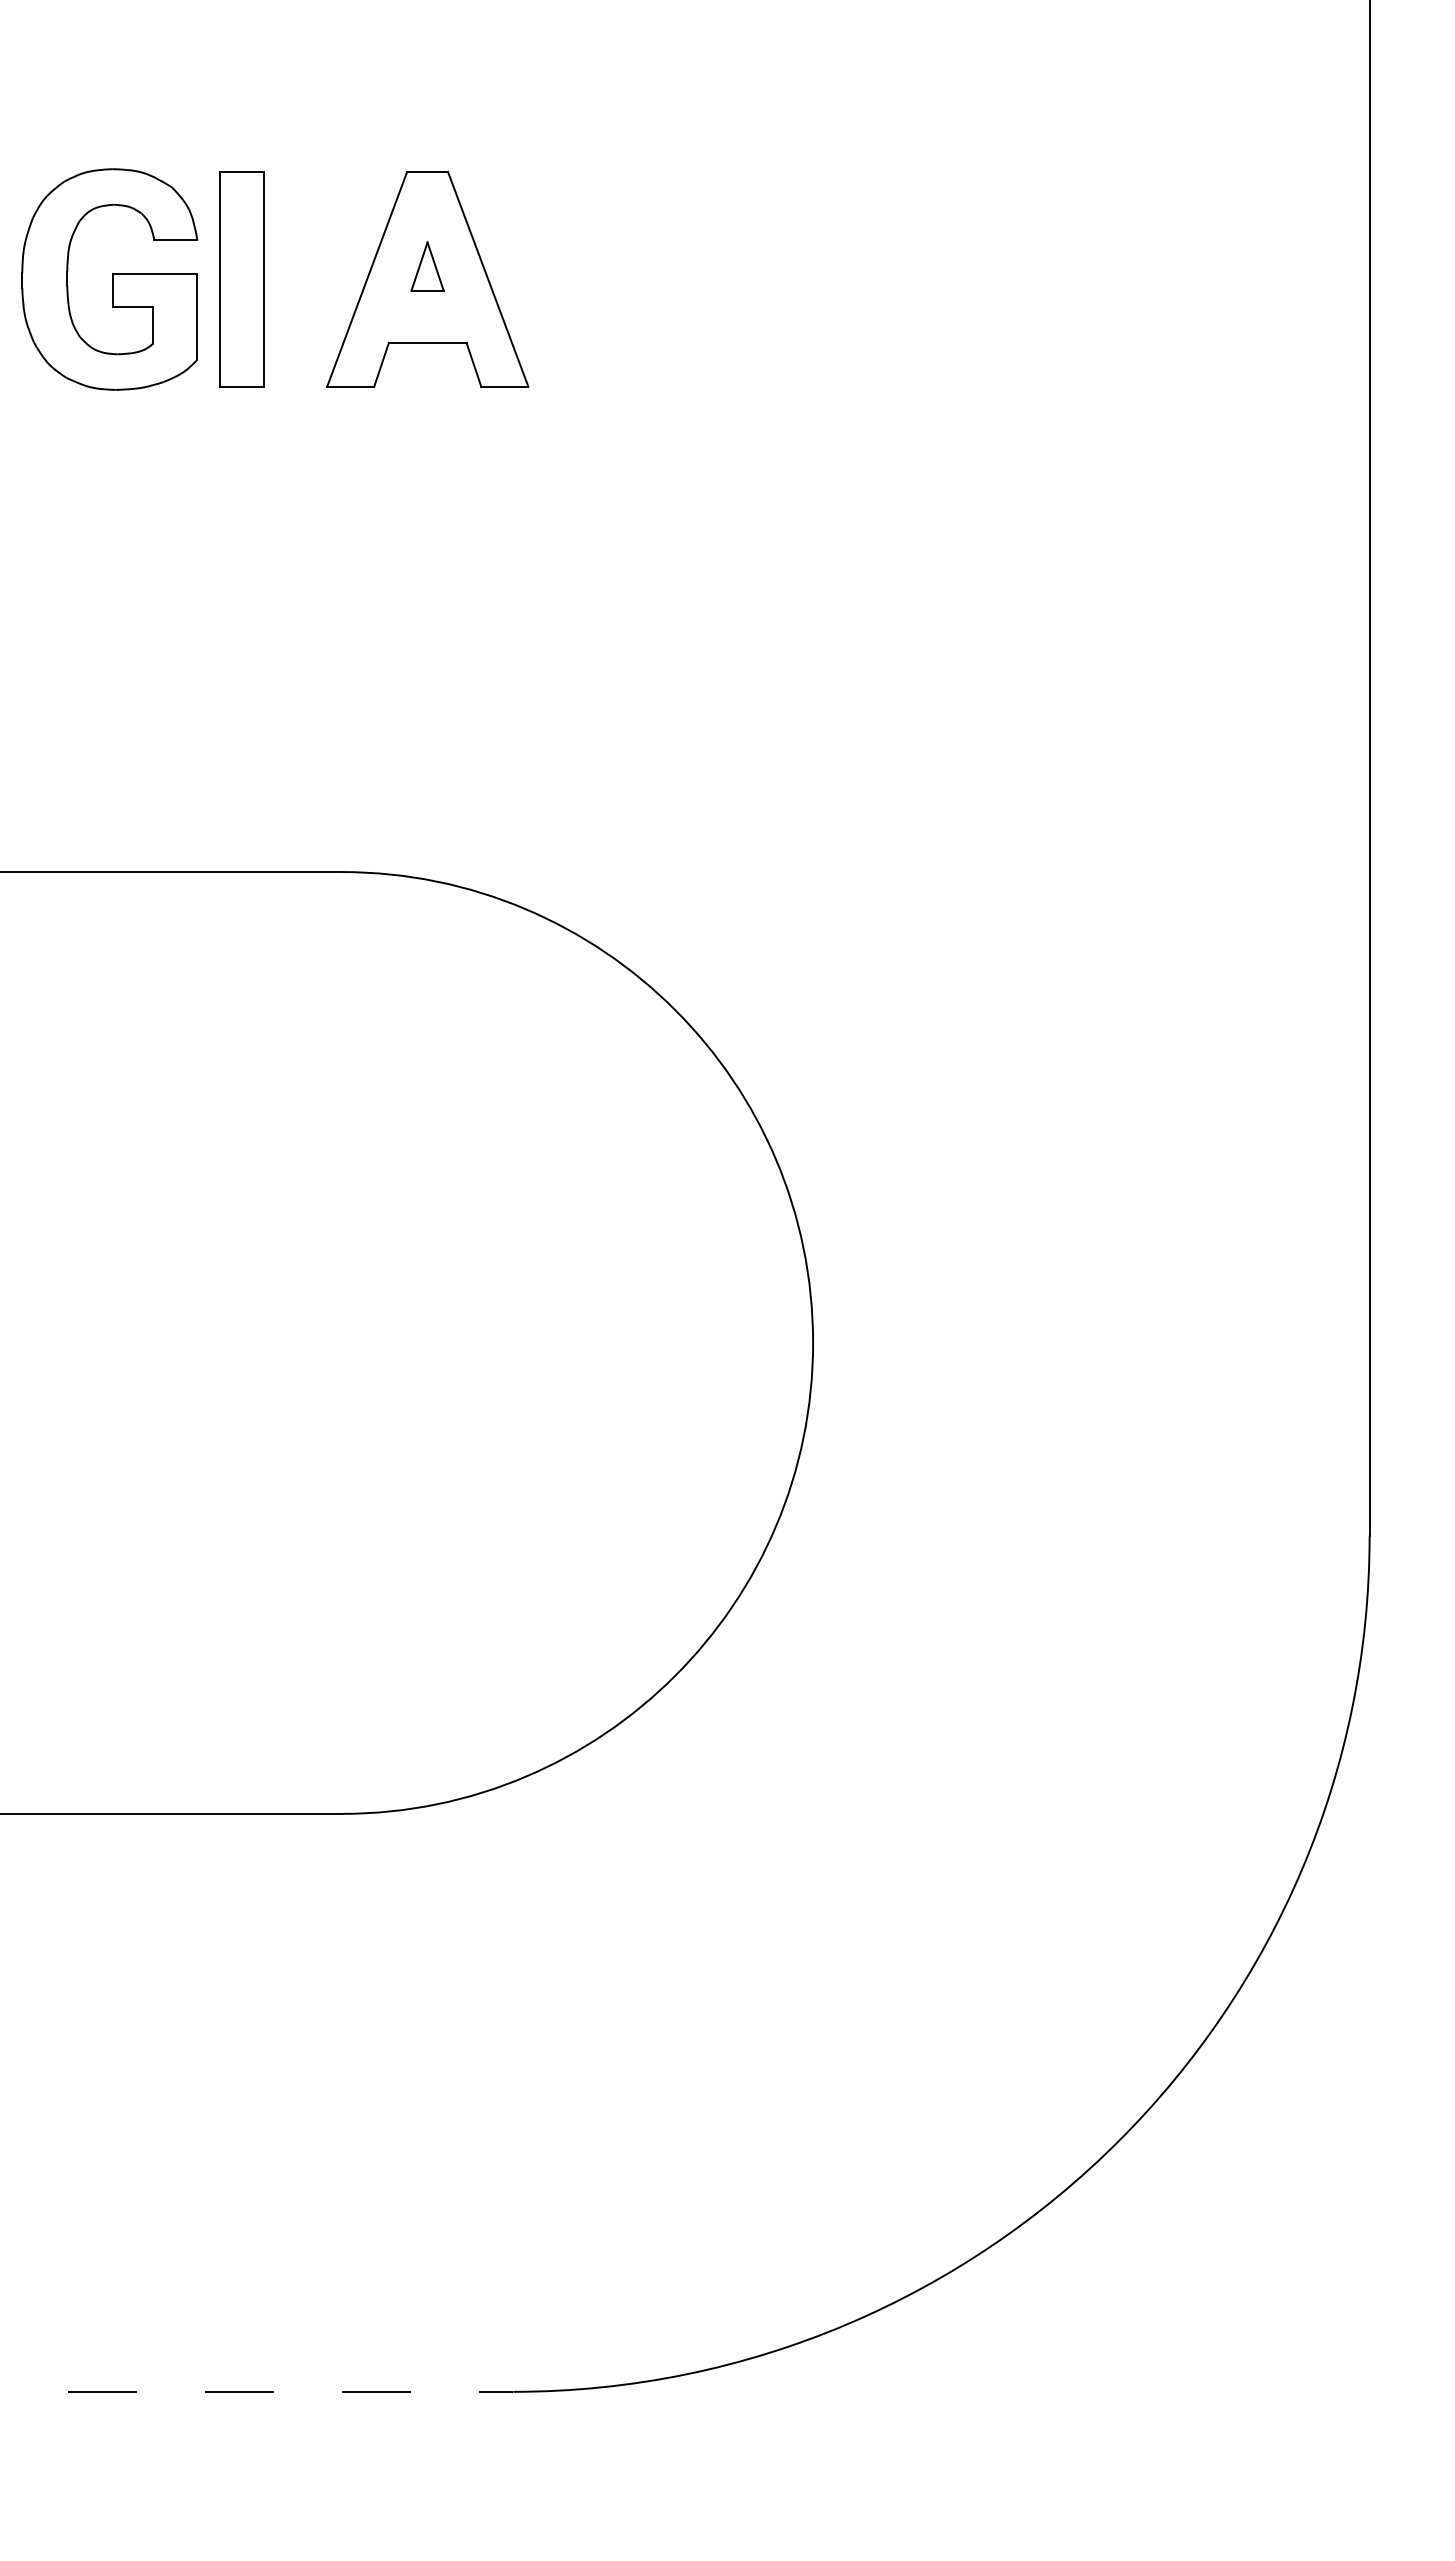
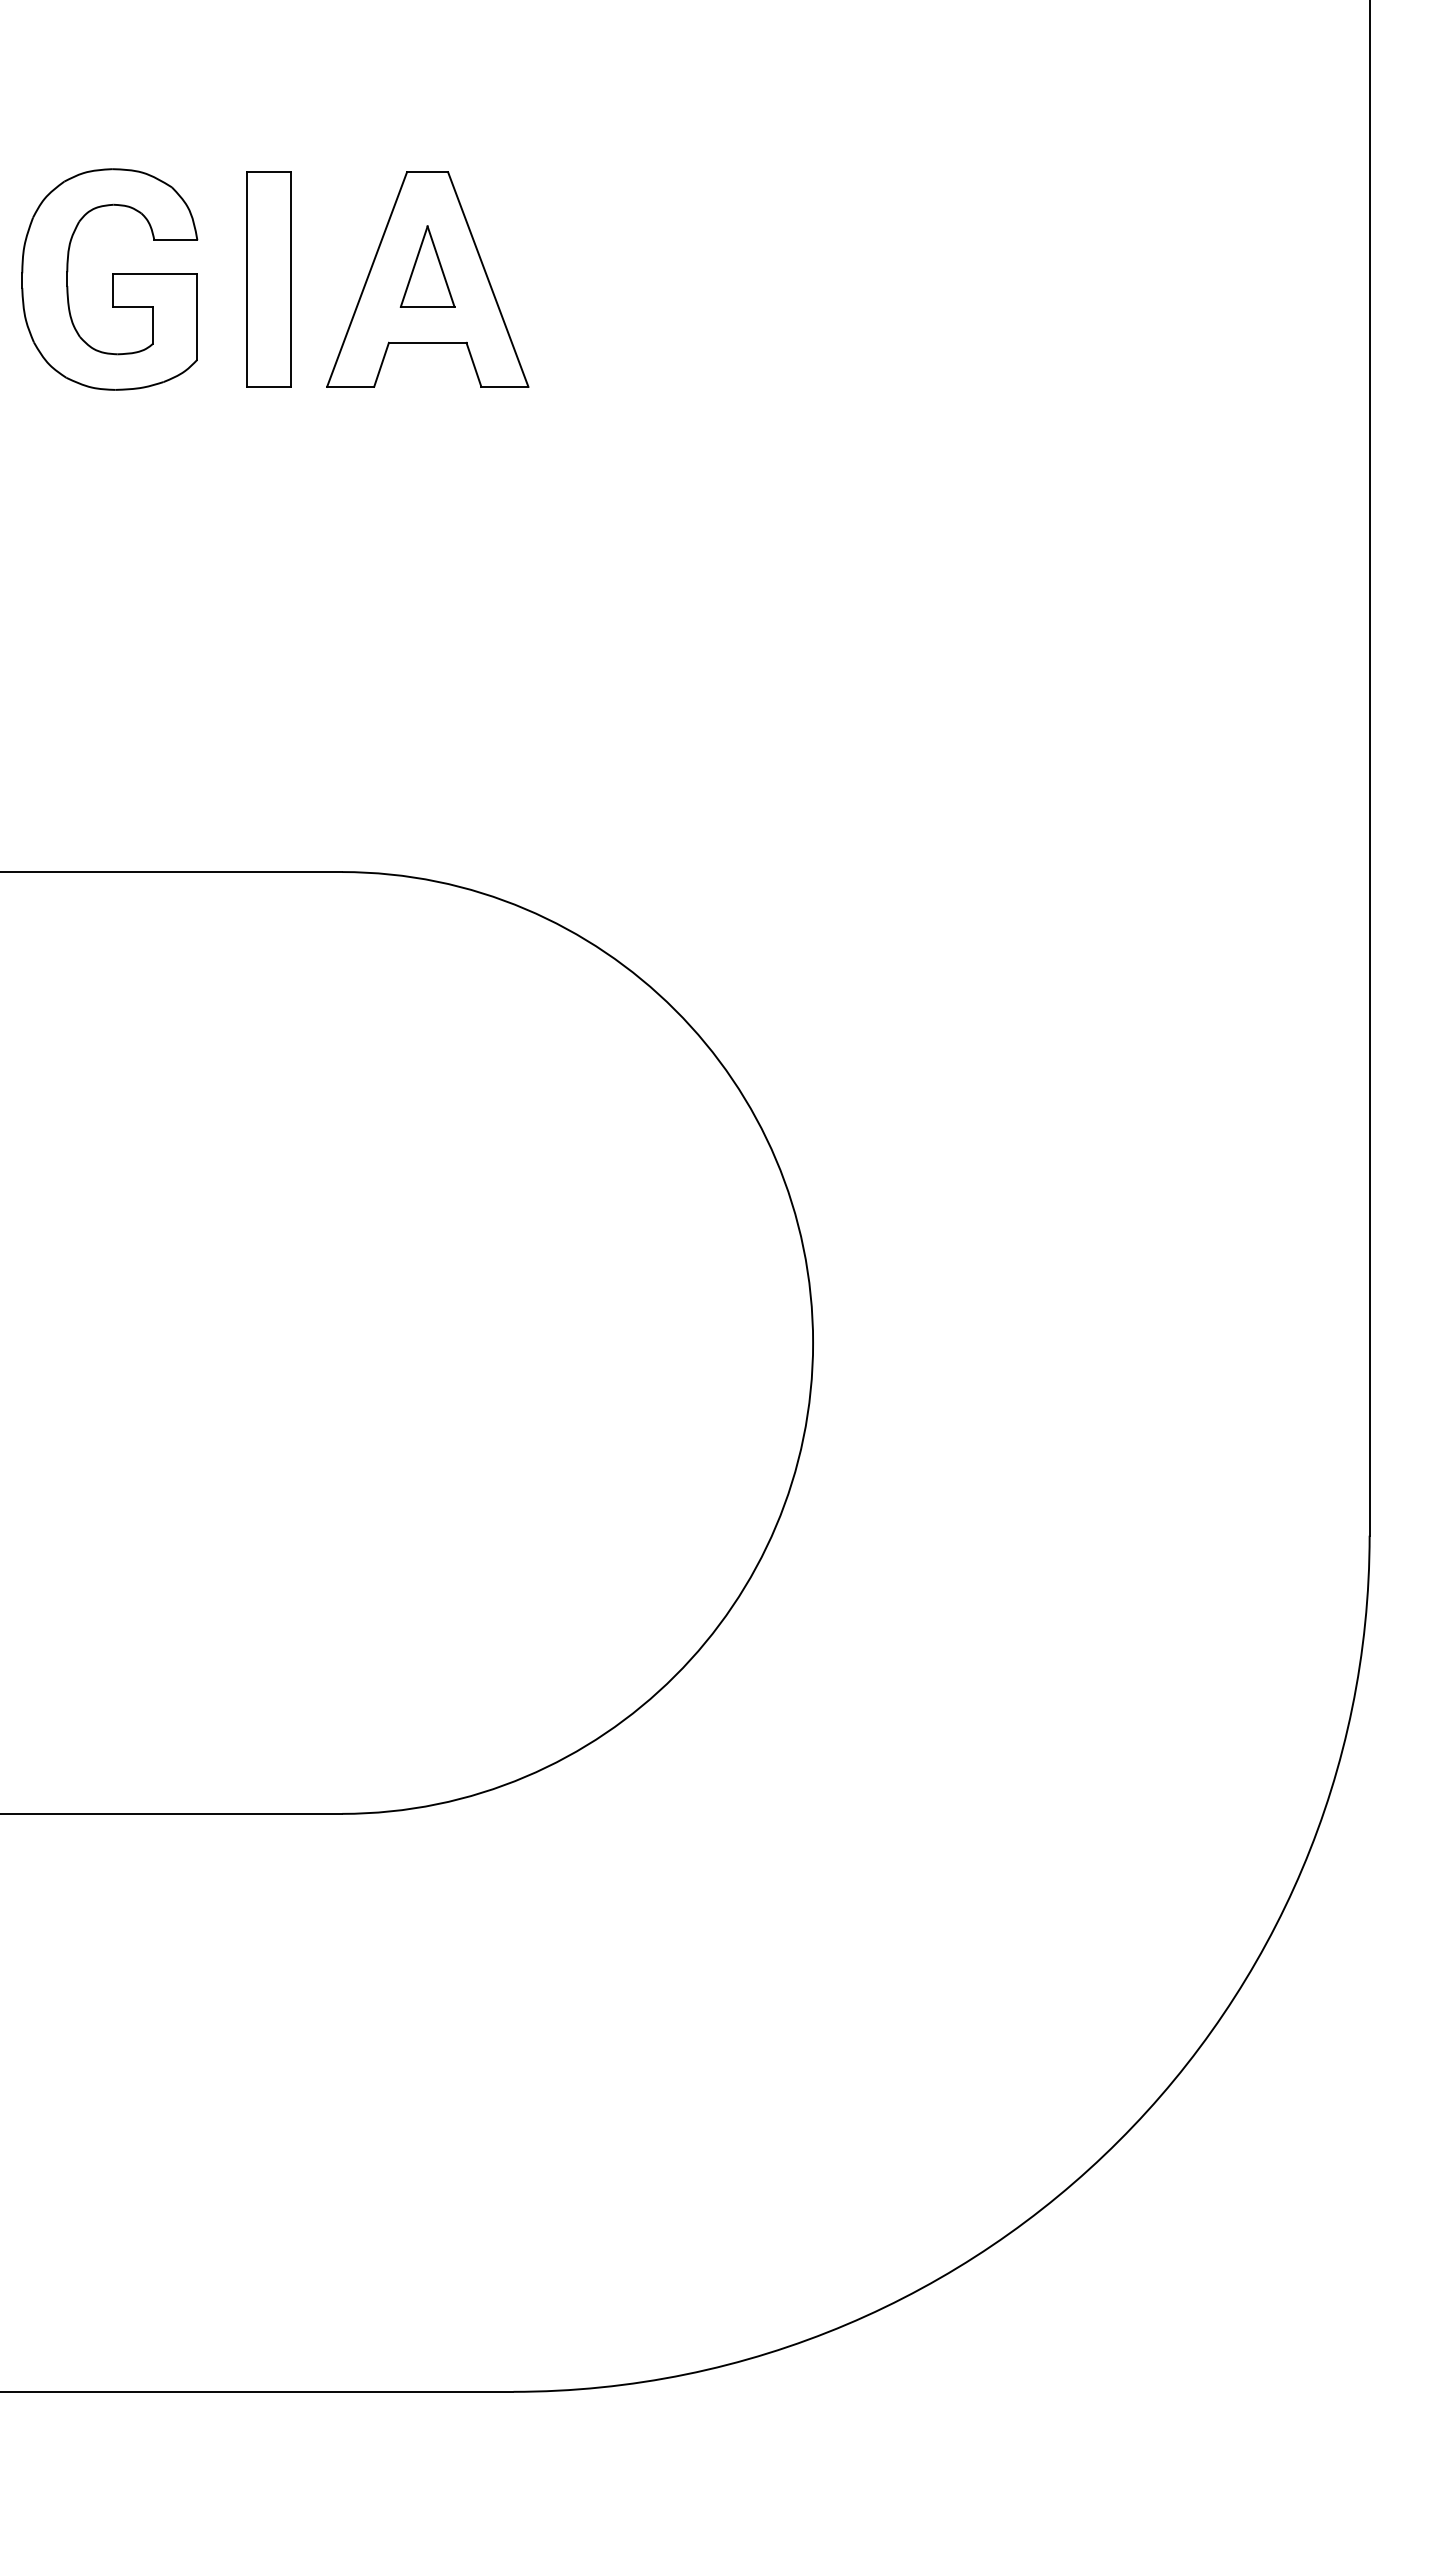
part at (427, 266) size: 35x51 px -> 57x83 px
part at (241, 279) position: (241, 279) -> (268, 279)
line at (257, 2391): dashed -> solid
